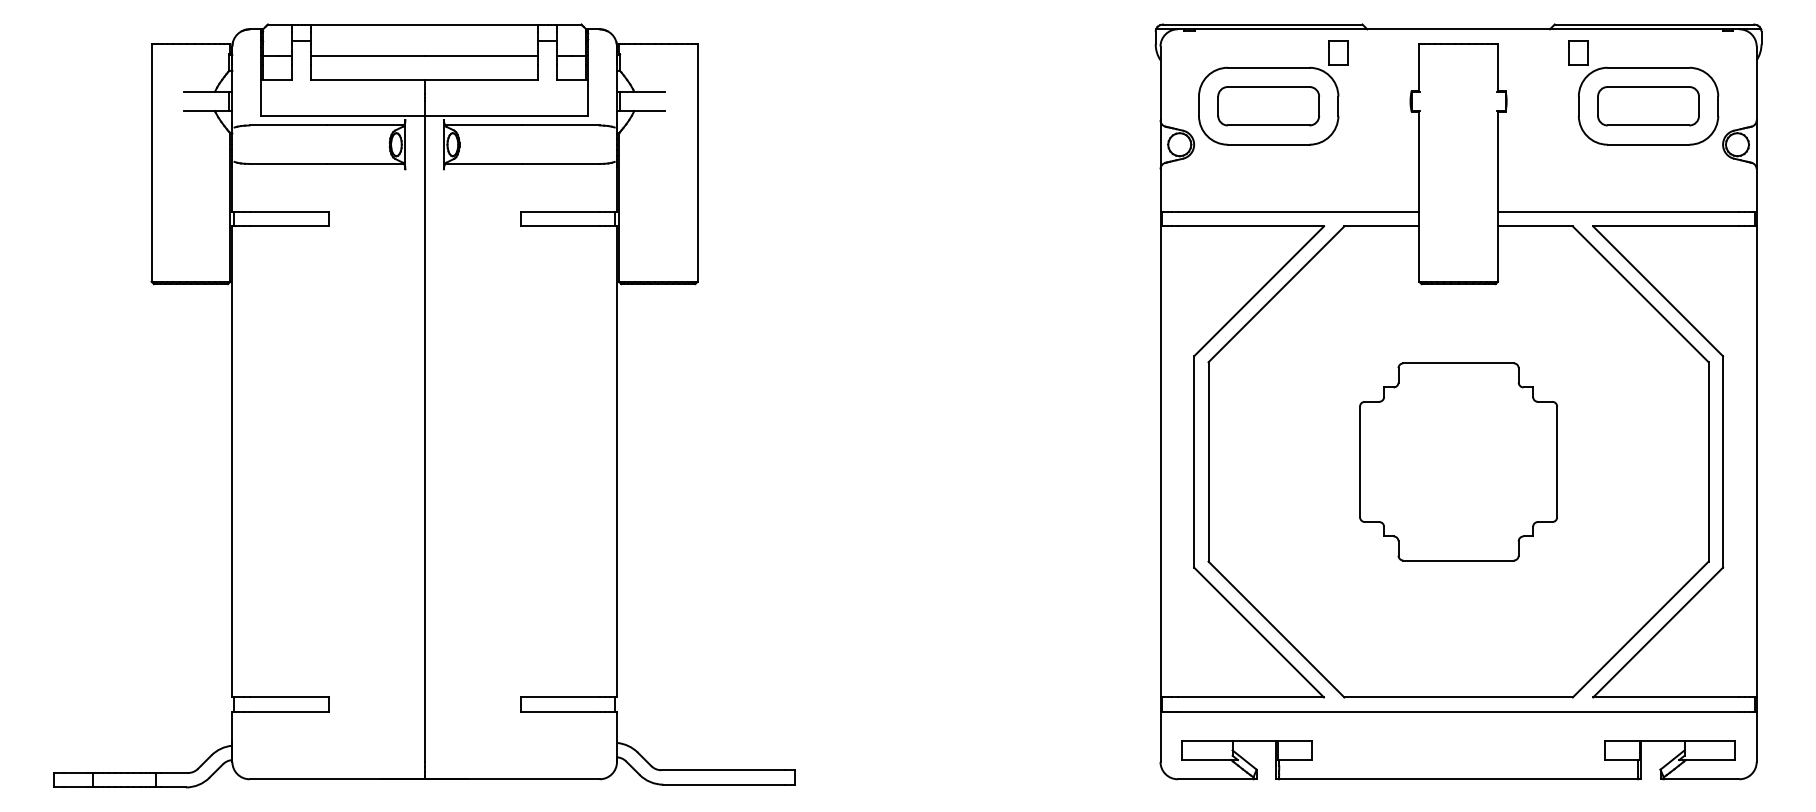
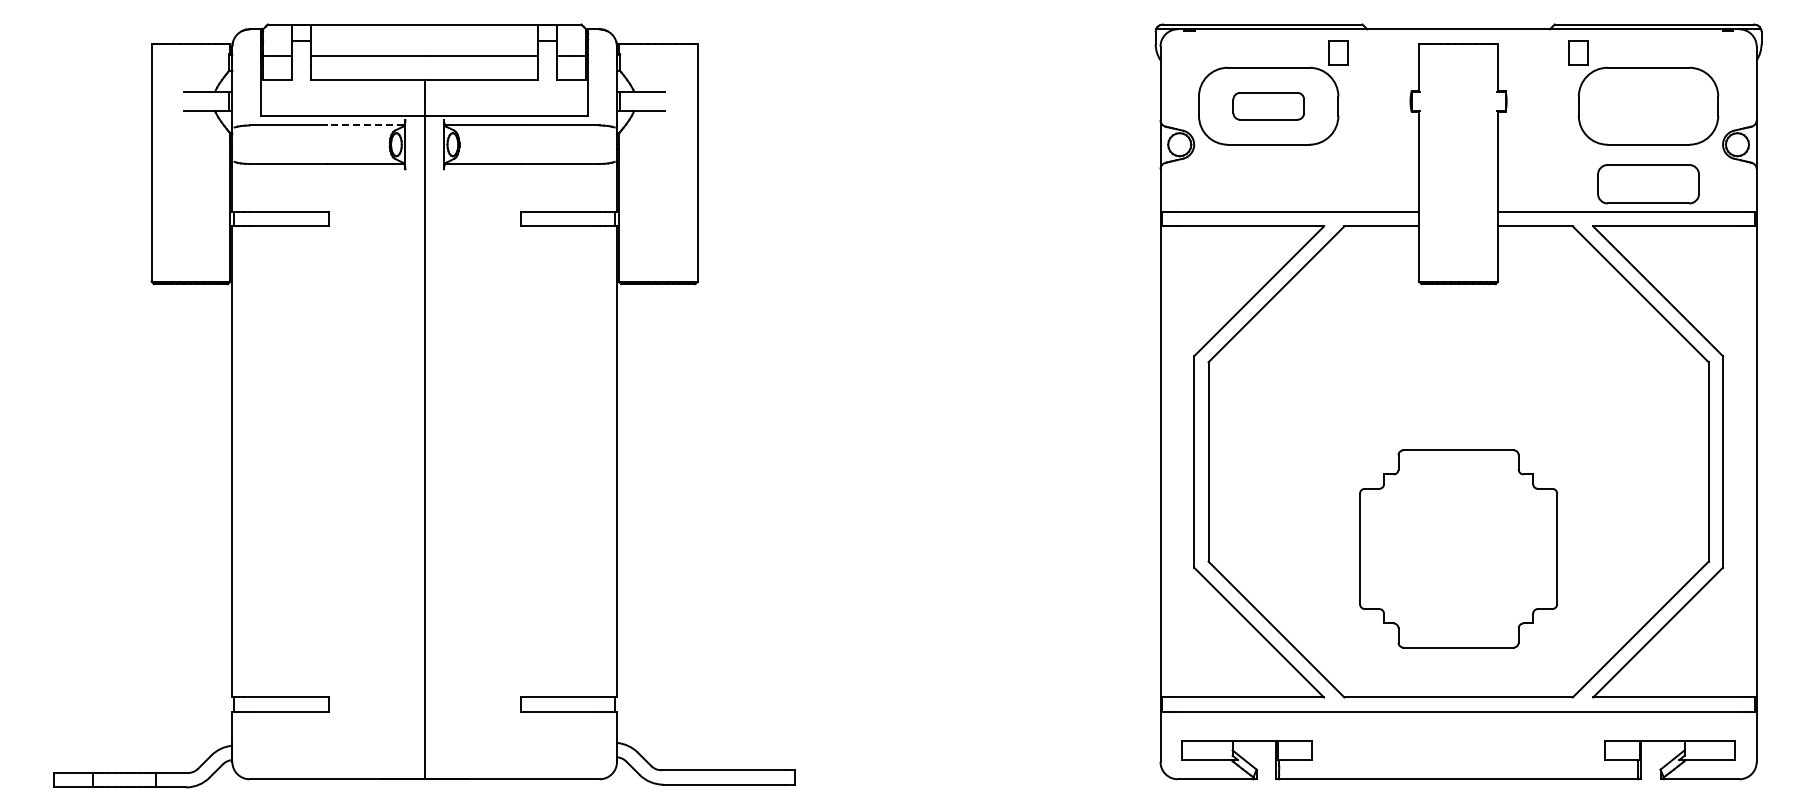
part at (1268, 106) size: 104x41 px -> 73x29 px
part at (1648, 106) position: (1648, 106) -> (1648, 184)
line at (365, 125): solid -> dashed
part at (1458, 461) position: (1458, 461) -> (1458, 548)
